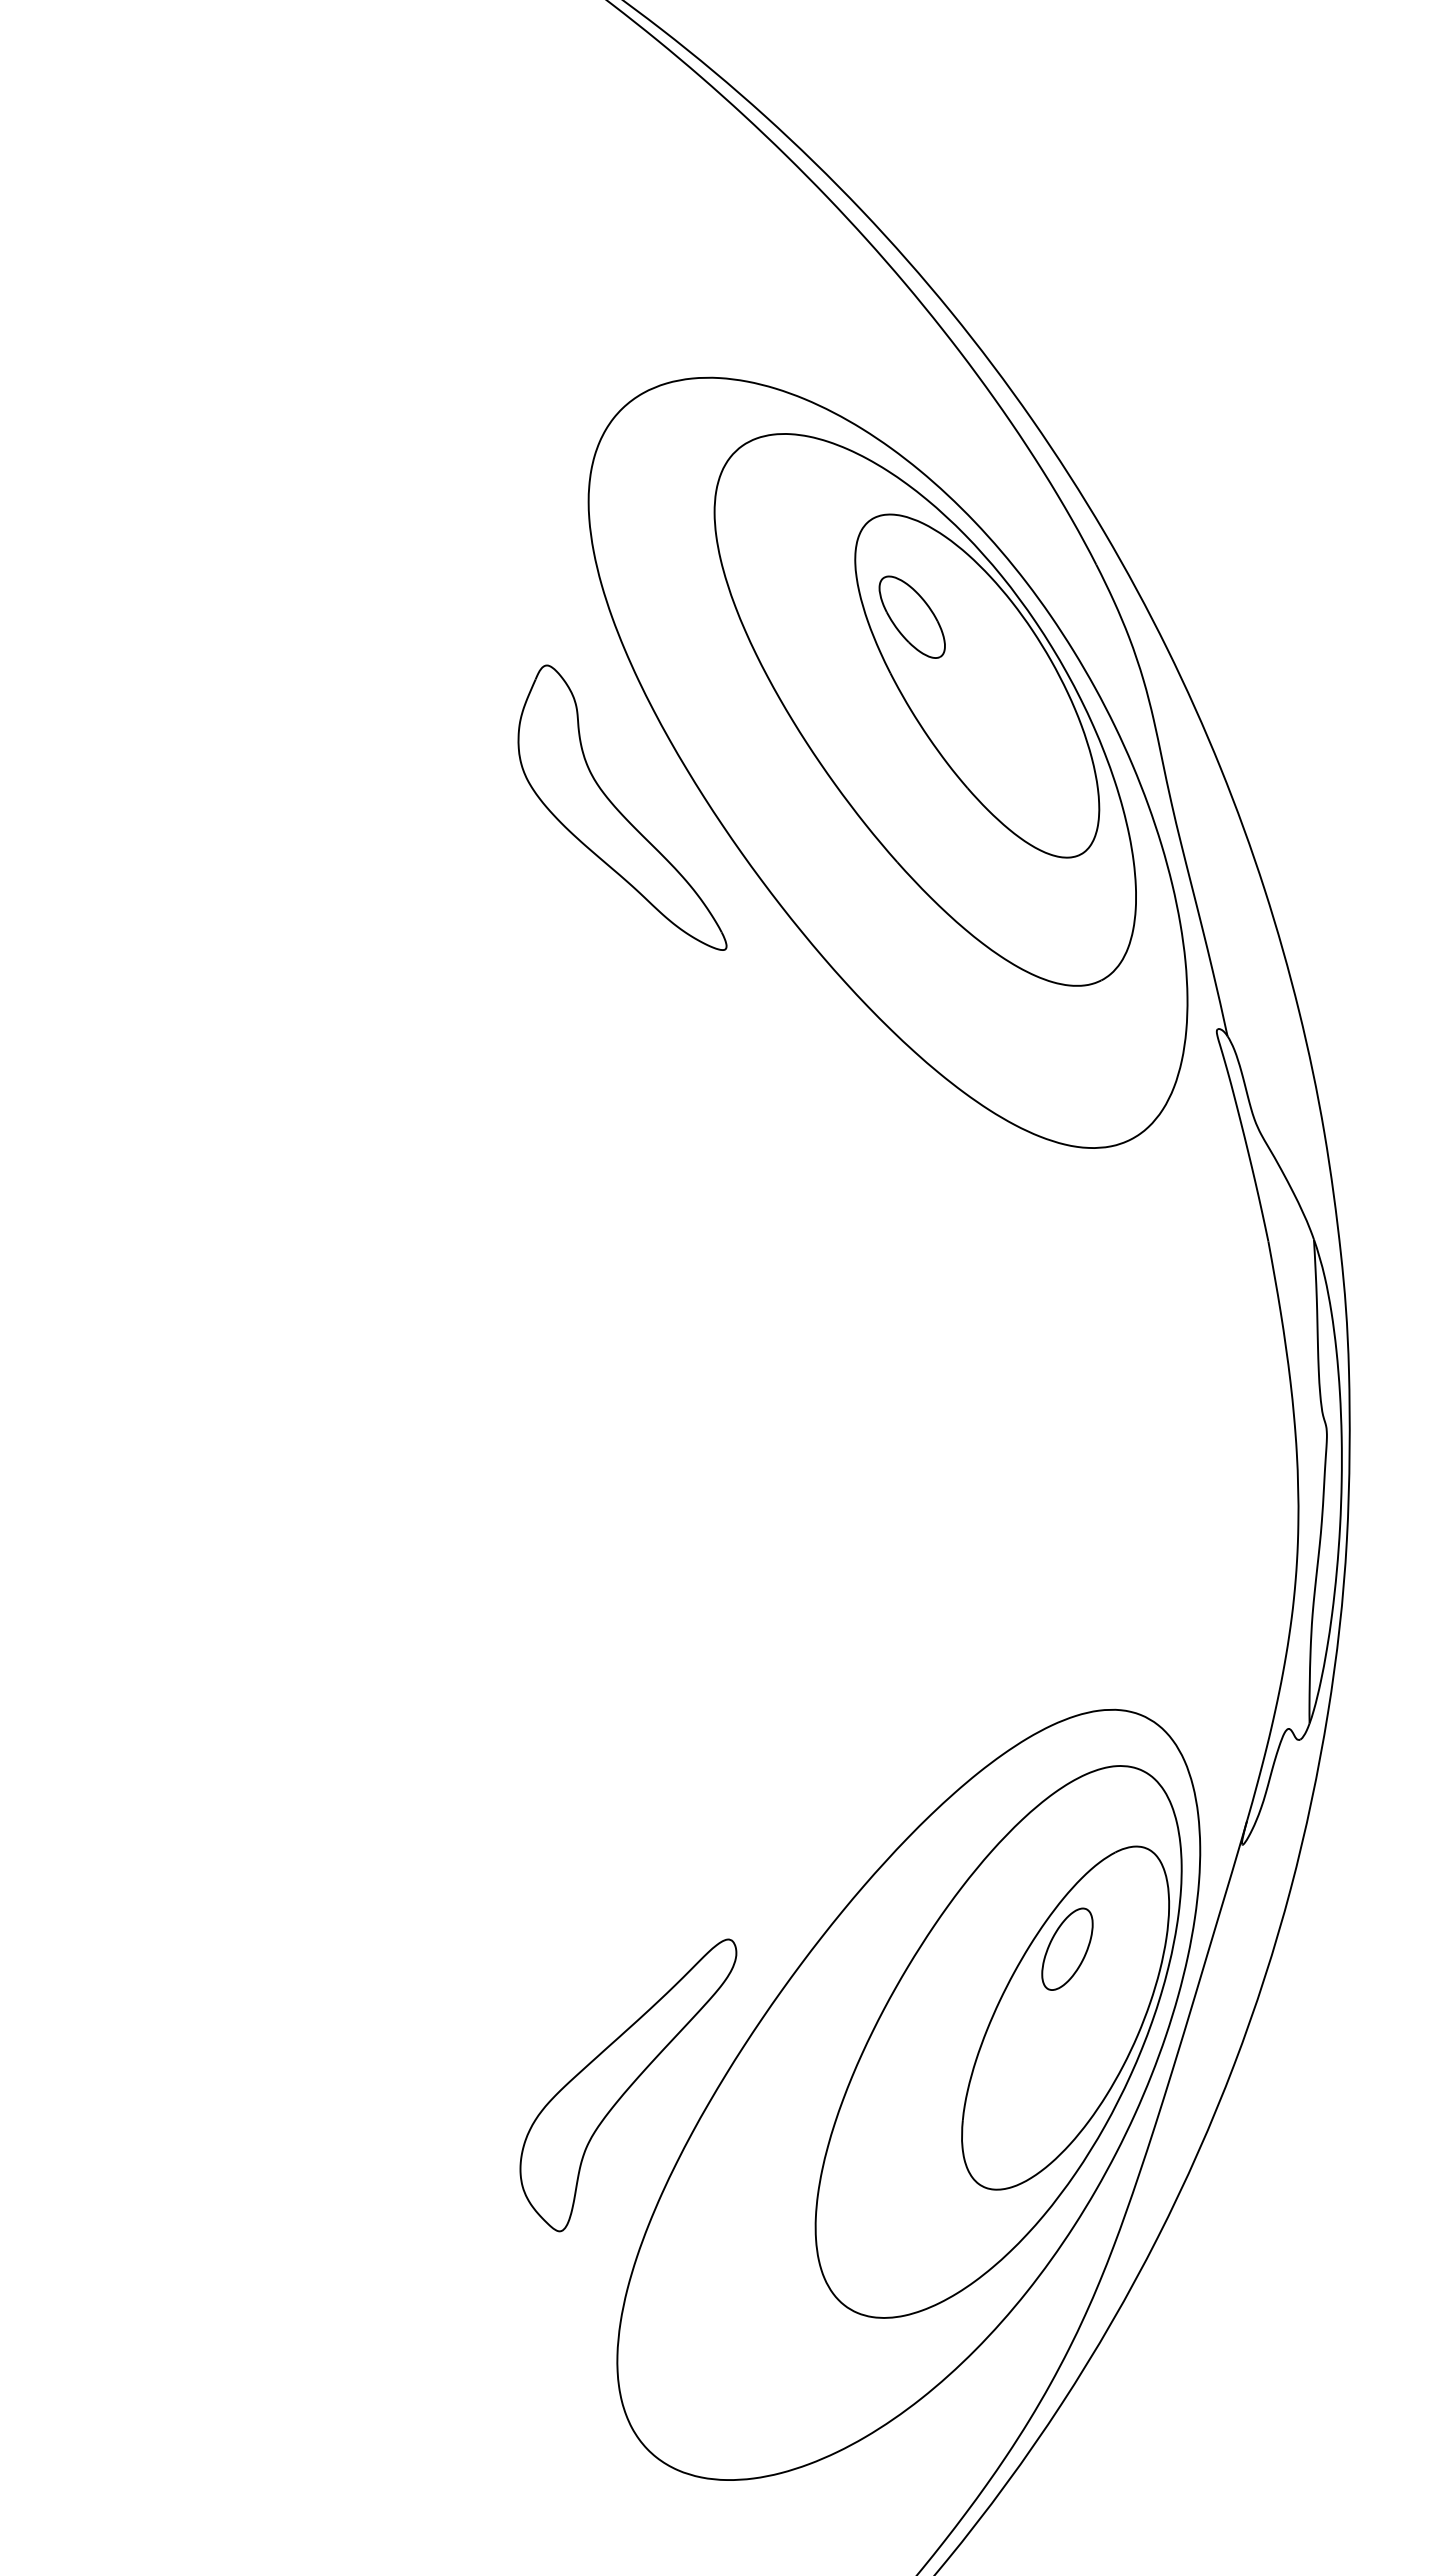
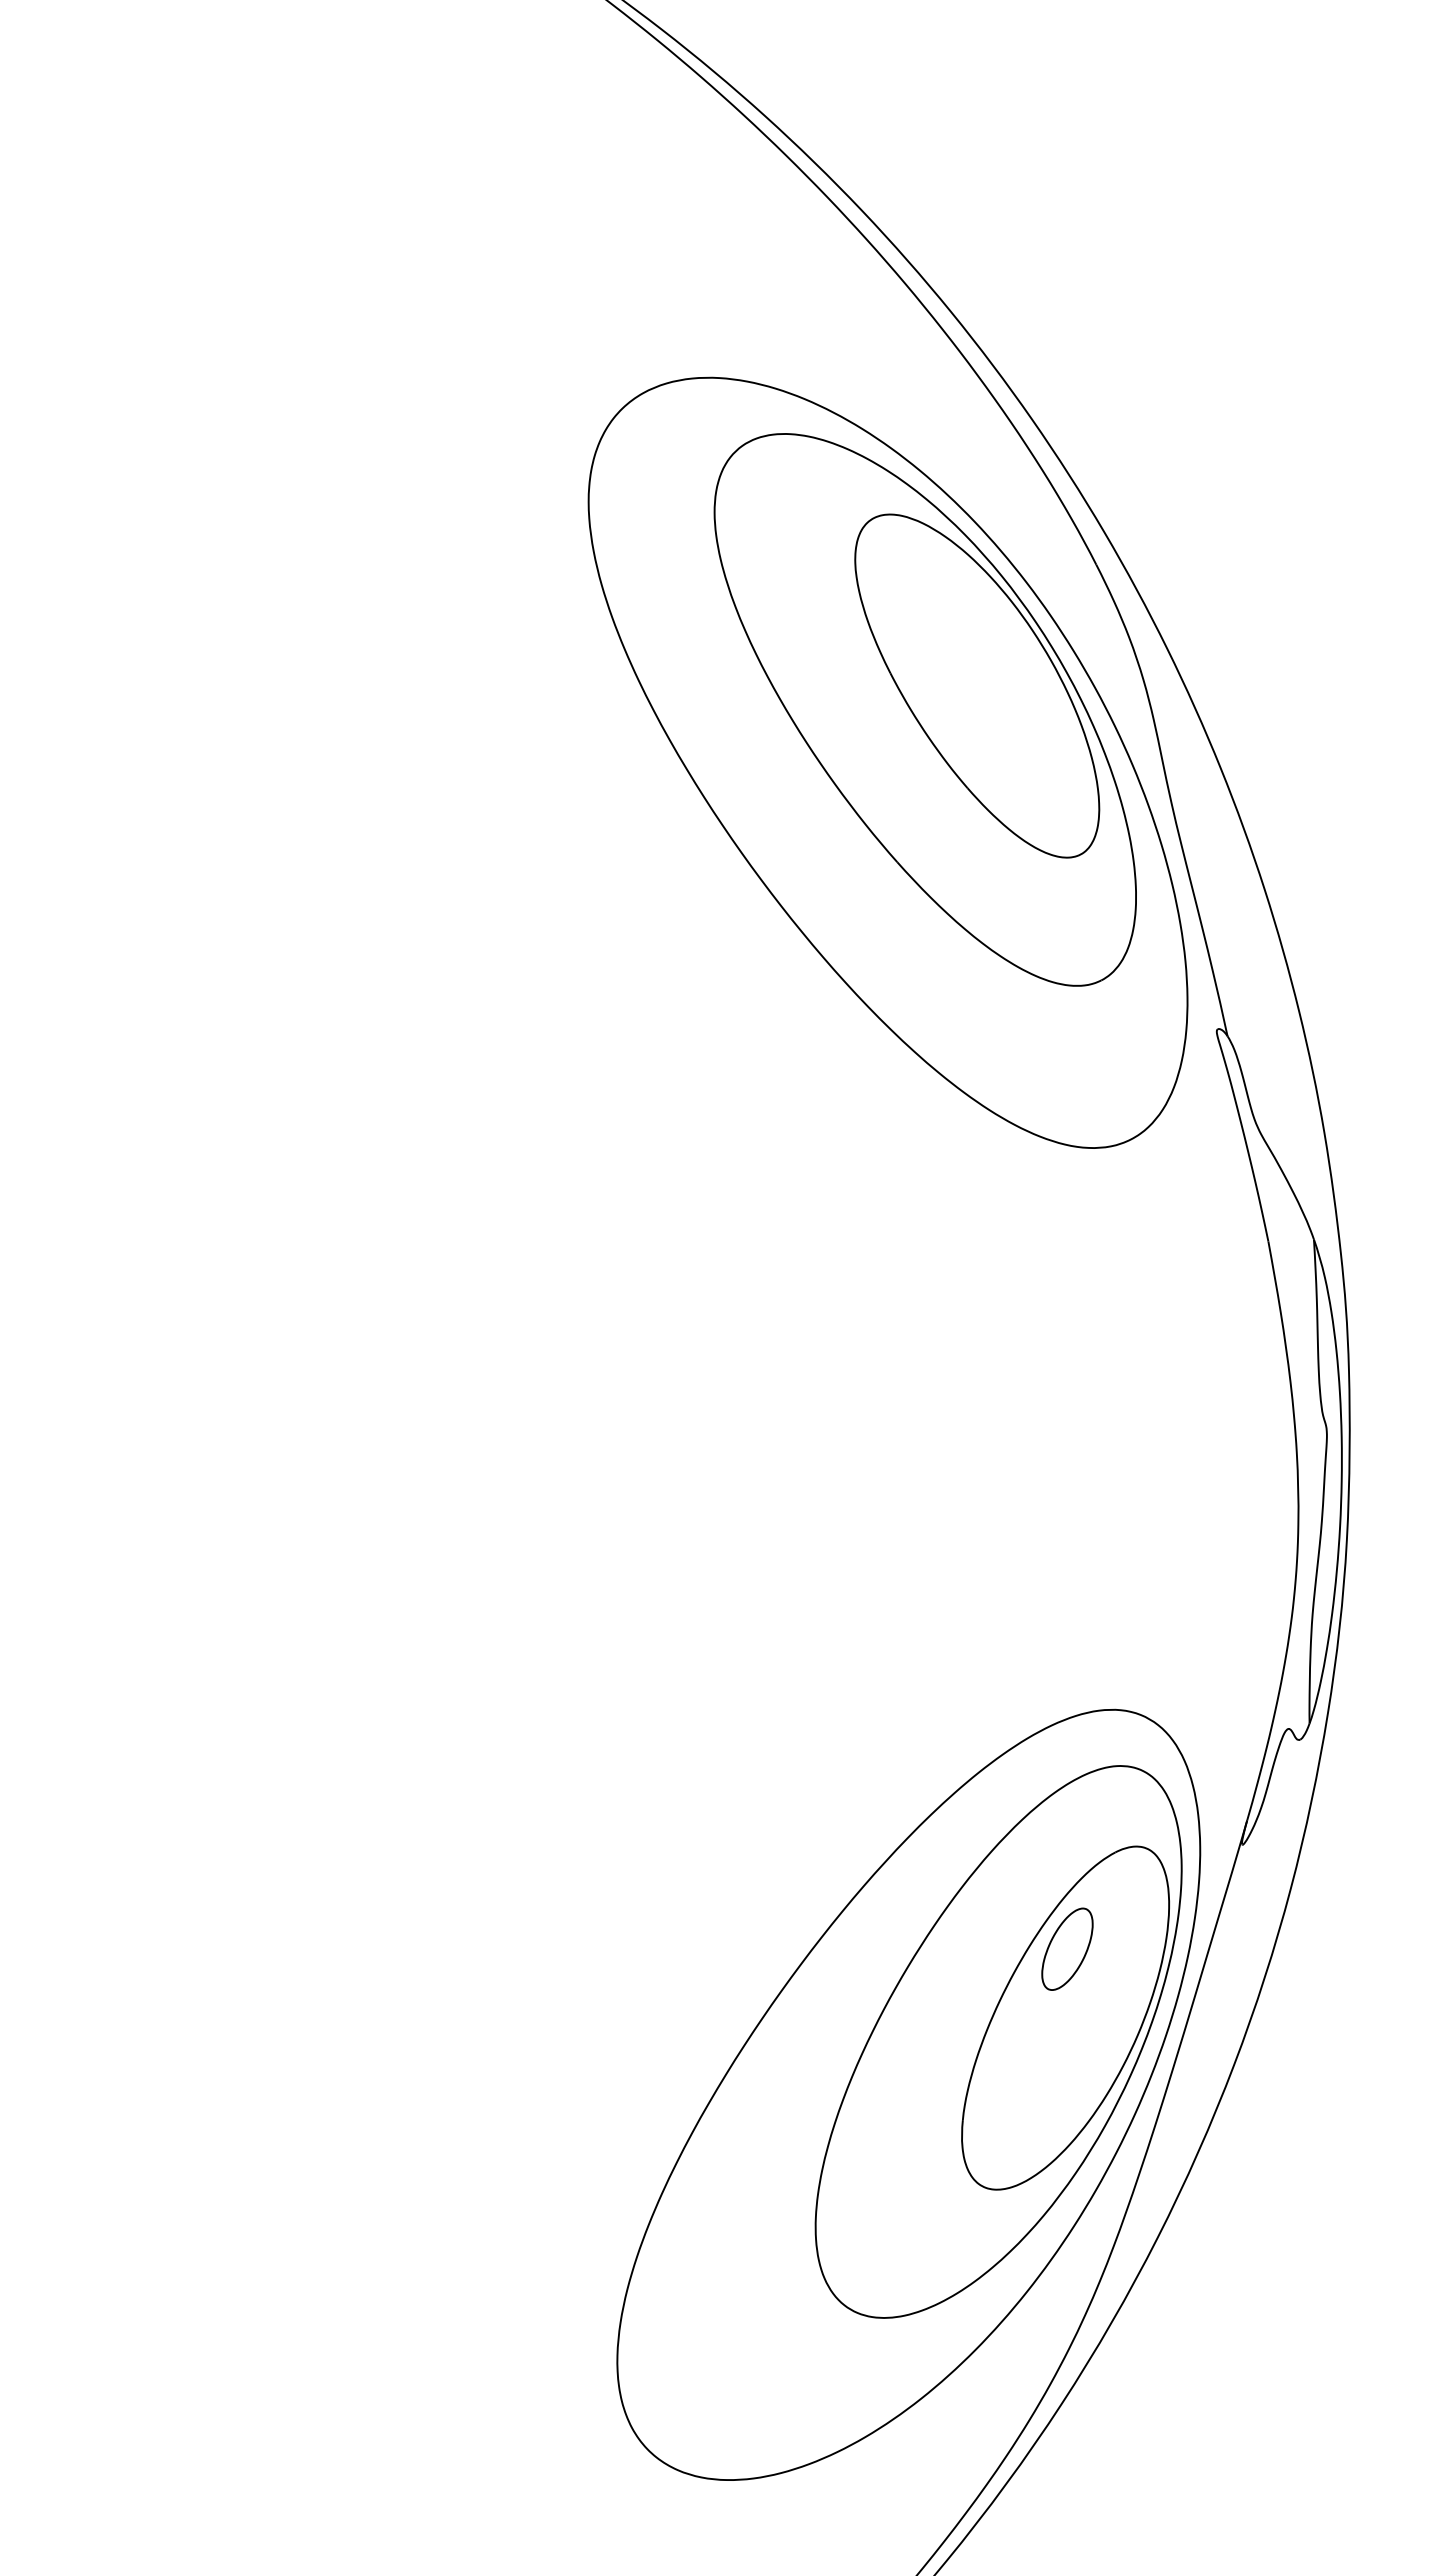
part at (911, 616): present -> none
part at (622, 807): present -> none
part at (628, 2085): present -> none
